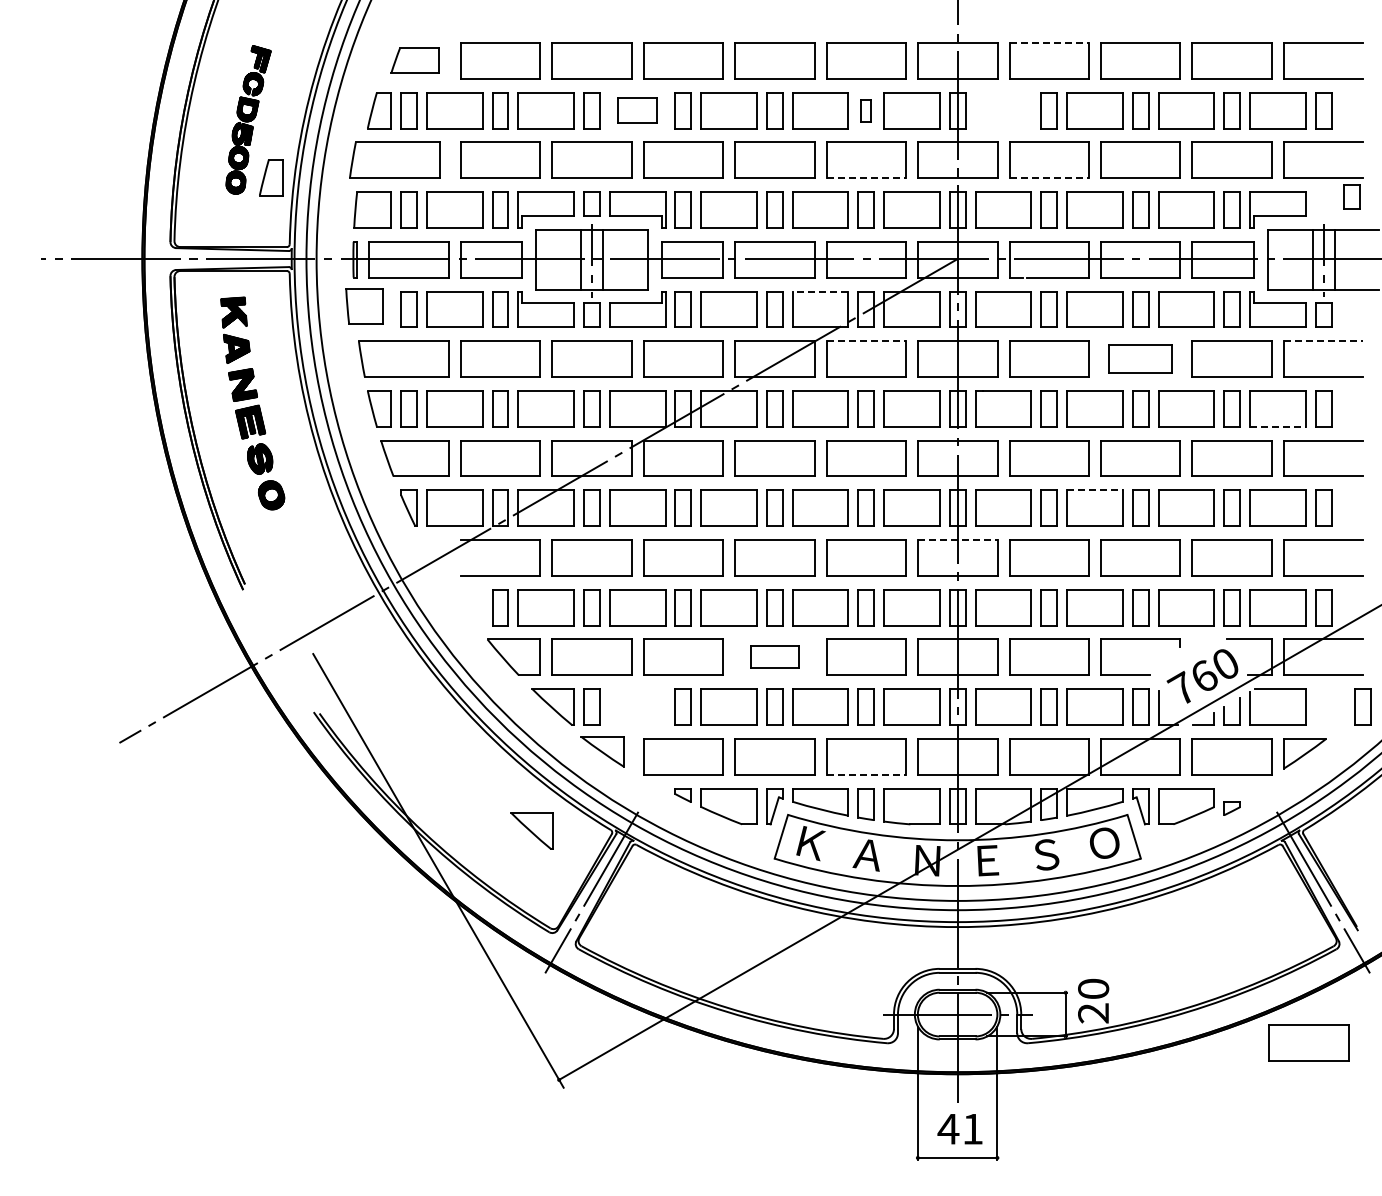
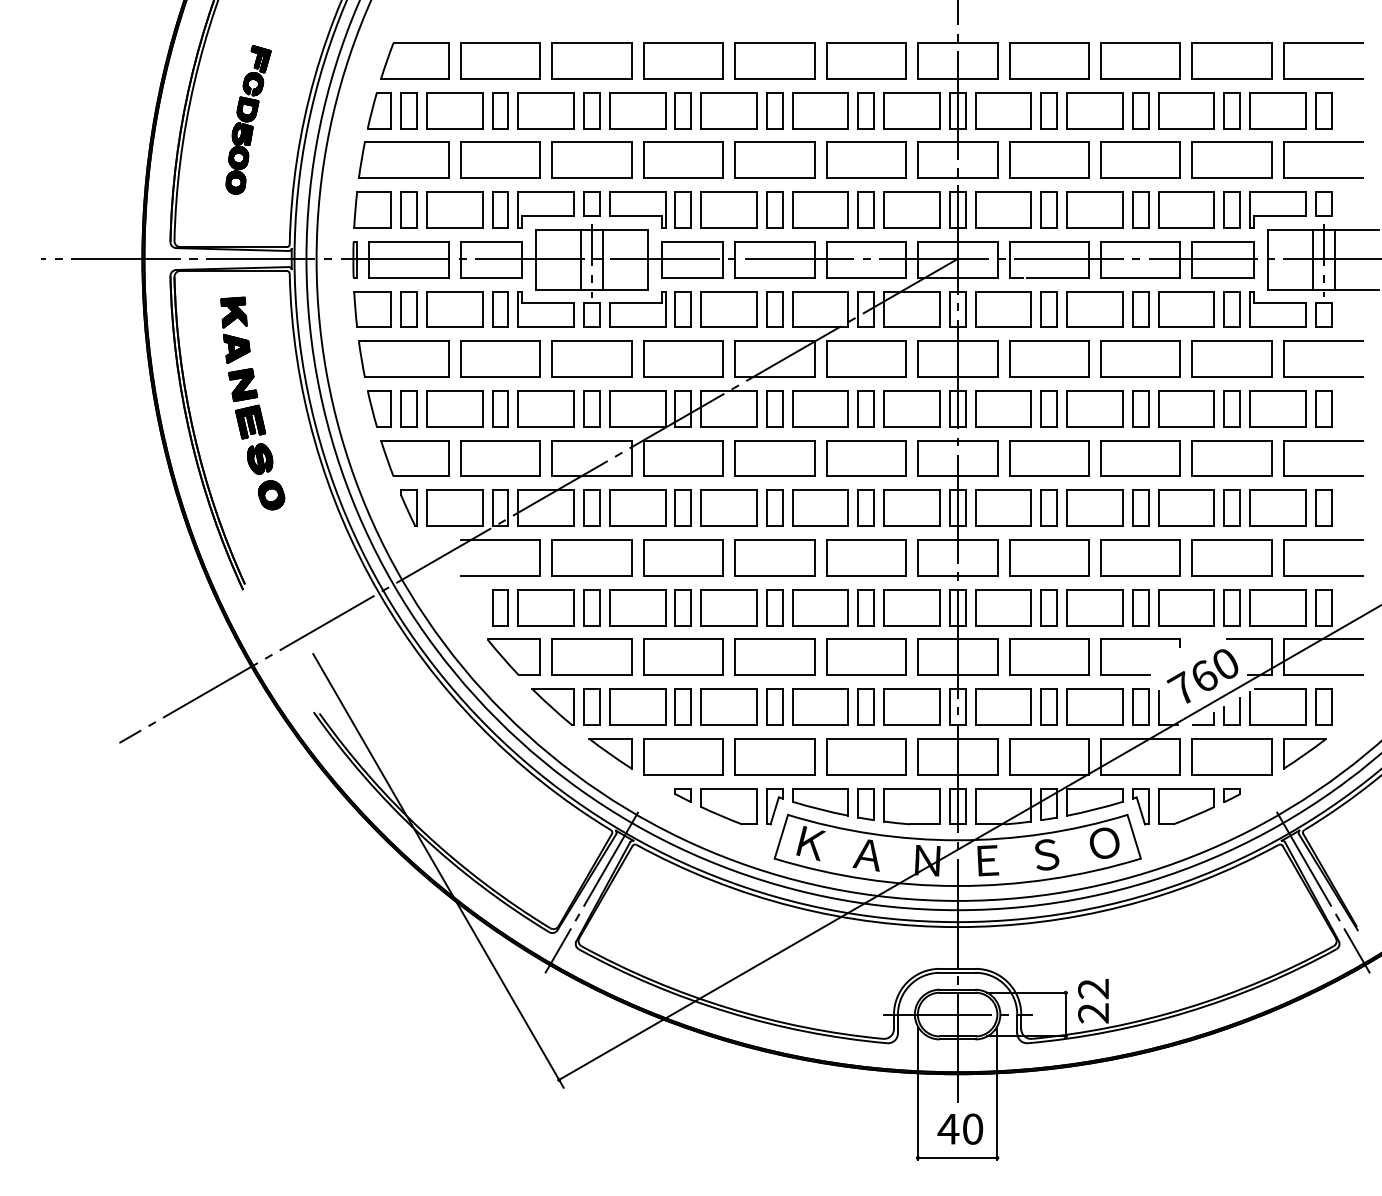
line at (1049, 43): dashed -> solid
part at (414, 60) size: 50x27 px -> 70x38 px
part at (637, 110) size: 41x27 px -> 58x38 px
part at (865, 110) size: 12x24 px -> 18x38 px
part at (1003, 110): none -> present
part at (394, 159) position: (394, 159) -> (403, 159)
part at (271, 177): present -> none
line at (866, 178): dashed -> solid
line at (1049, 178): dashed -> solid
part at (1351, 196) position: (1351, 196) -> (1323, 203)
line at (820, 291): dashed -> solid
part at (364, 306) position: (364, 306) -> (372, 309)
line at (866, 341): dashed -> solid
line at (1323, 341): dashed -> solid
part at (1140, 358) size: 65x30 px -> 81x38 px
line at (1277, 426): dashed -> solid
line at (1094, 490): dashed -> solid
line at (957, 540): dashed -> solid
part at (774, 656) size: 50x24 px -> 82x38 px
part at (637, 706): none -> present
part at (1362, 706) position: (1362, 706) -> (1323, 706)
part at (602, 751) position: (602, 751) -> (610, 753)
line at (866, 774): dashed -> solid
part at (1231, 808) position: (1231, 808) -> (1231, 795)
part at (531, 830): present -> none
text at (1093, 988): 20 -> 22
part at (1308, 1042): present -> none
text at (973, 1128): 41 -> 40
